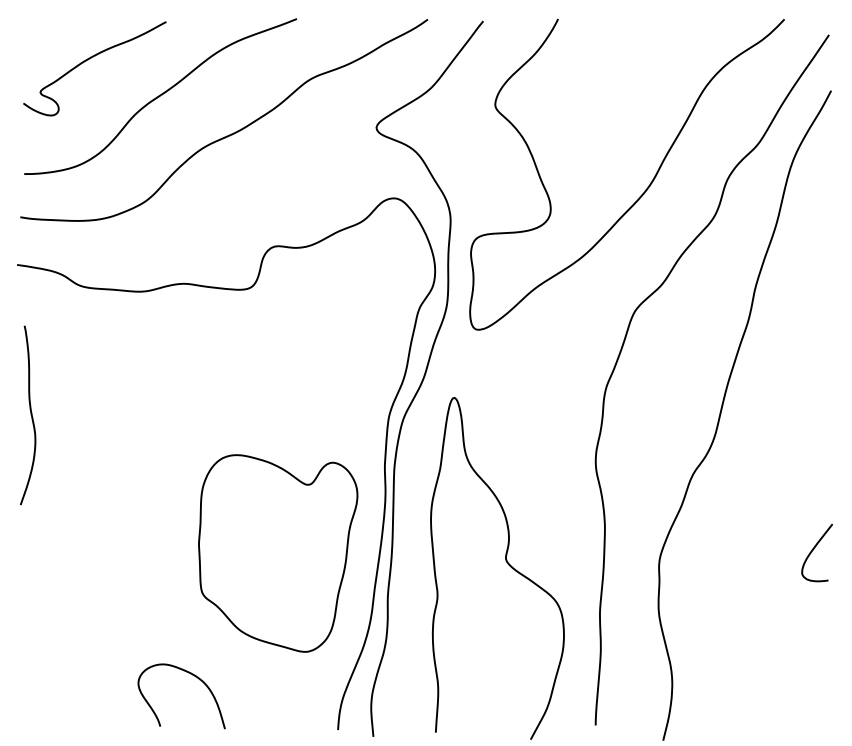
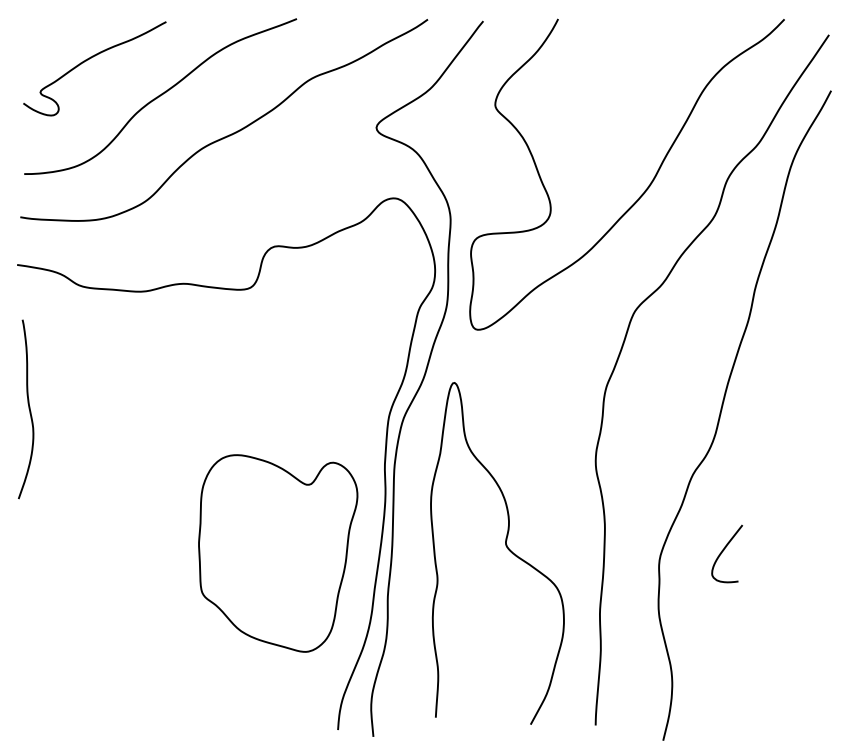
curve at (30, 415) position: (30, 415) -> (28, 409)
curve at (814, 549) position: (814, 549) -> (724, 550)
curve at (507, 564) position: (507, 564) -> (507, 549)
curve at (195, 677): present -> none
